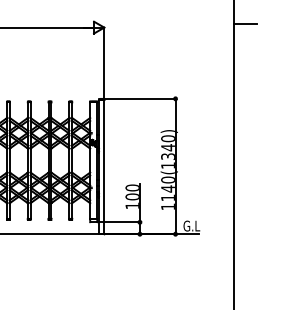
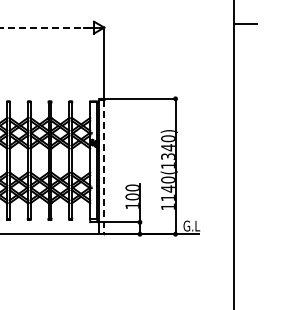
line at (46, 27): solid -> dashed
line at (104, 167): solid -> dashed
